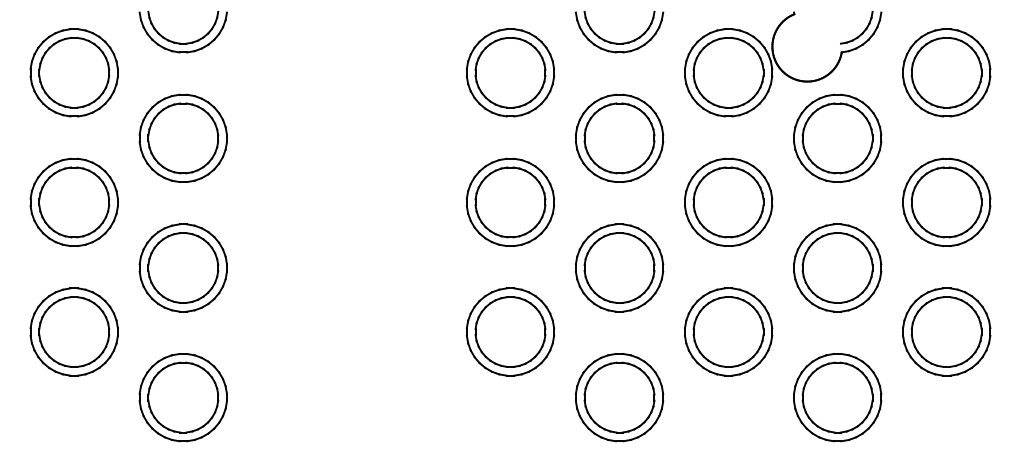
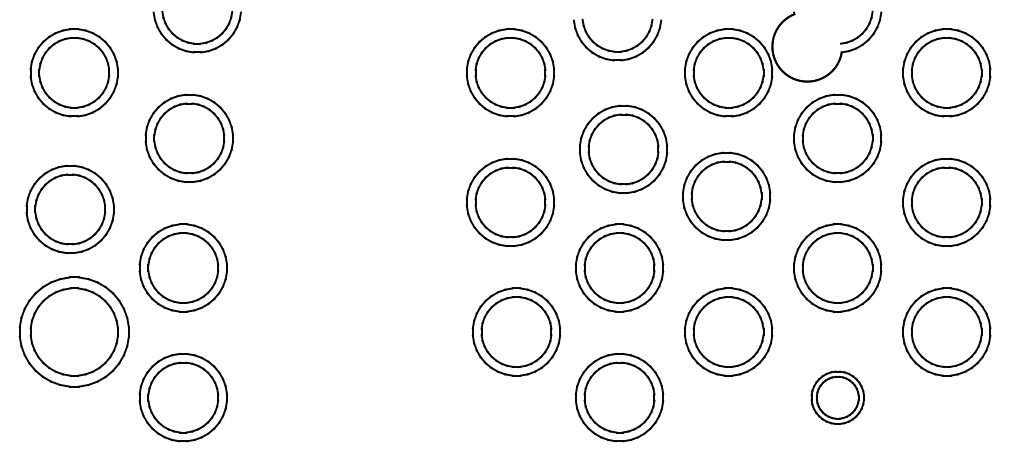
part at (180, 42) position: (180, 42) -> (194, 42)
part at (616, 42) position: (616, 42) -> (614, 50)
part at (182, 137) position: (182, 137) -> (188, 137)
part at (619, 137) position: (619, 137) -> (623, 148)
part at (73, 201) position: (73, 201) -> (69, 208)
part at (728, 201) position: (728, 201) -> (726, 195)
part at (73, 331) size: 90x90 px -> 112x112 px
part at (510, 331) position: (510, 331) -> (516, 331)
part at (837, 397) size: 90x90 px -> 55x55 px
